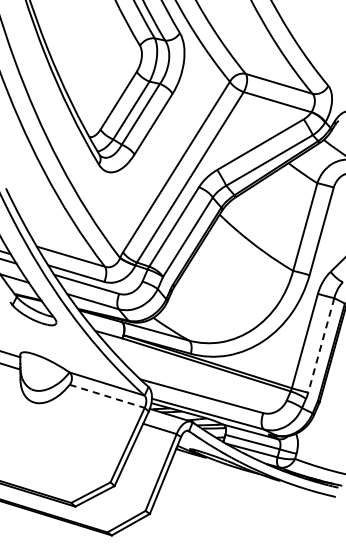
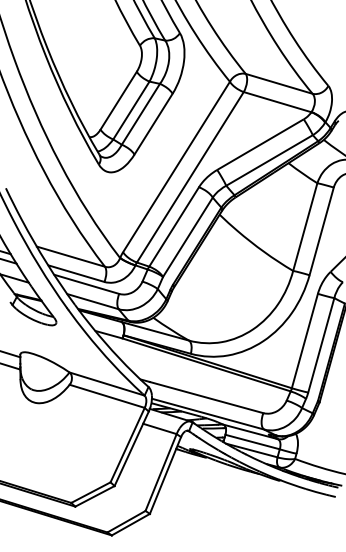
line at (321, 345): dashed -> solid
line at (107, 396): dashed -> solid
